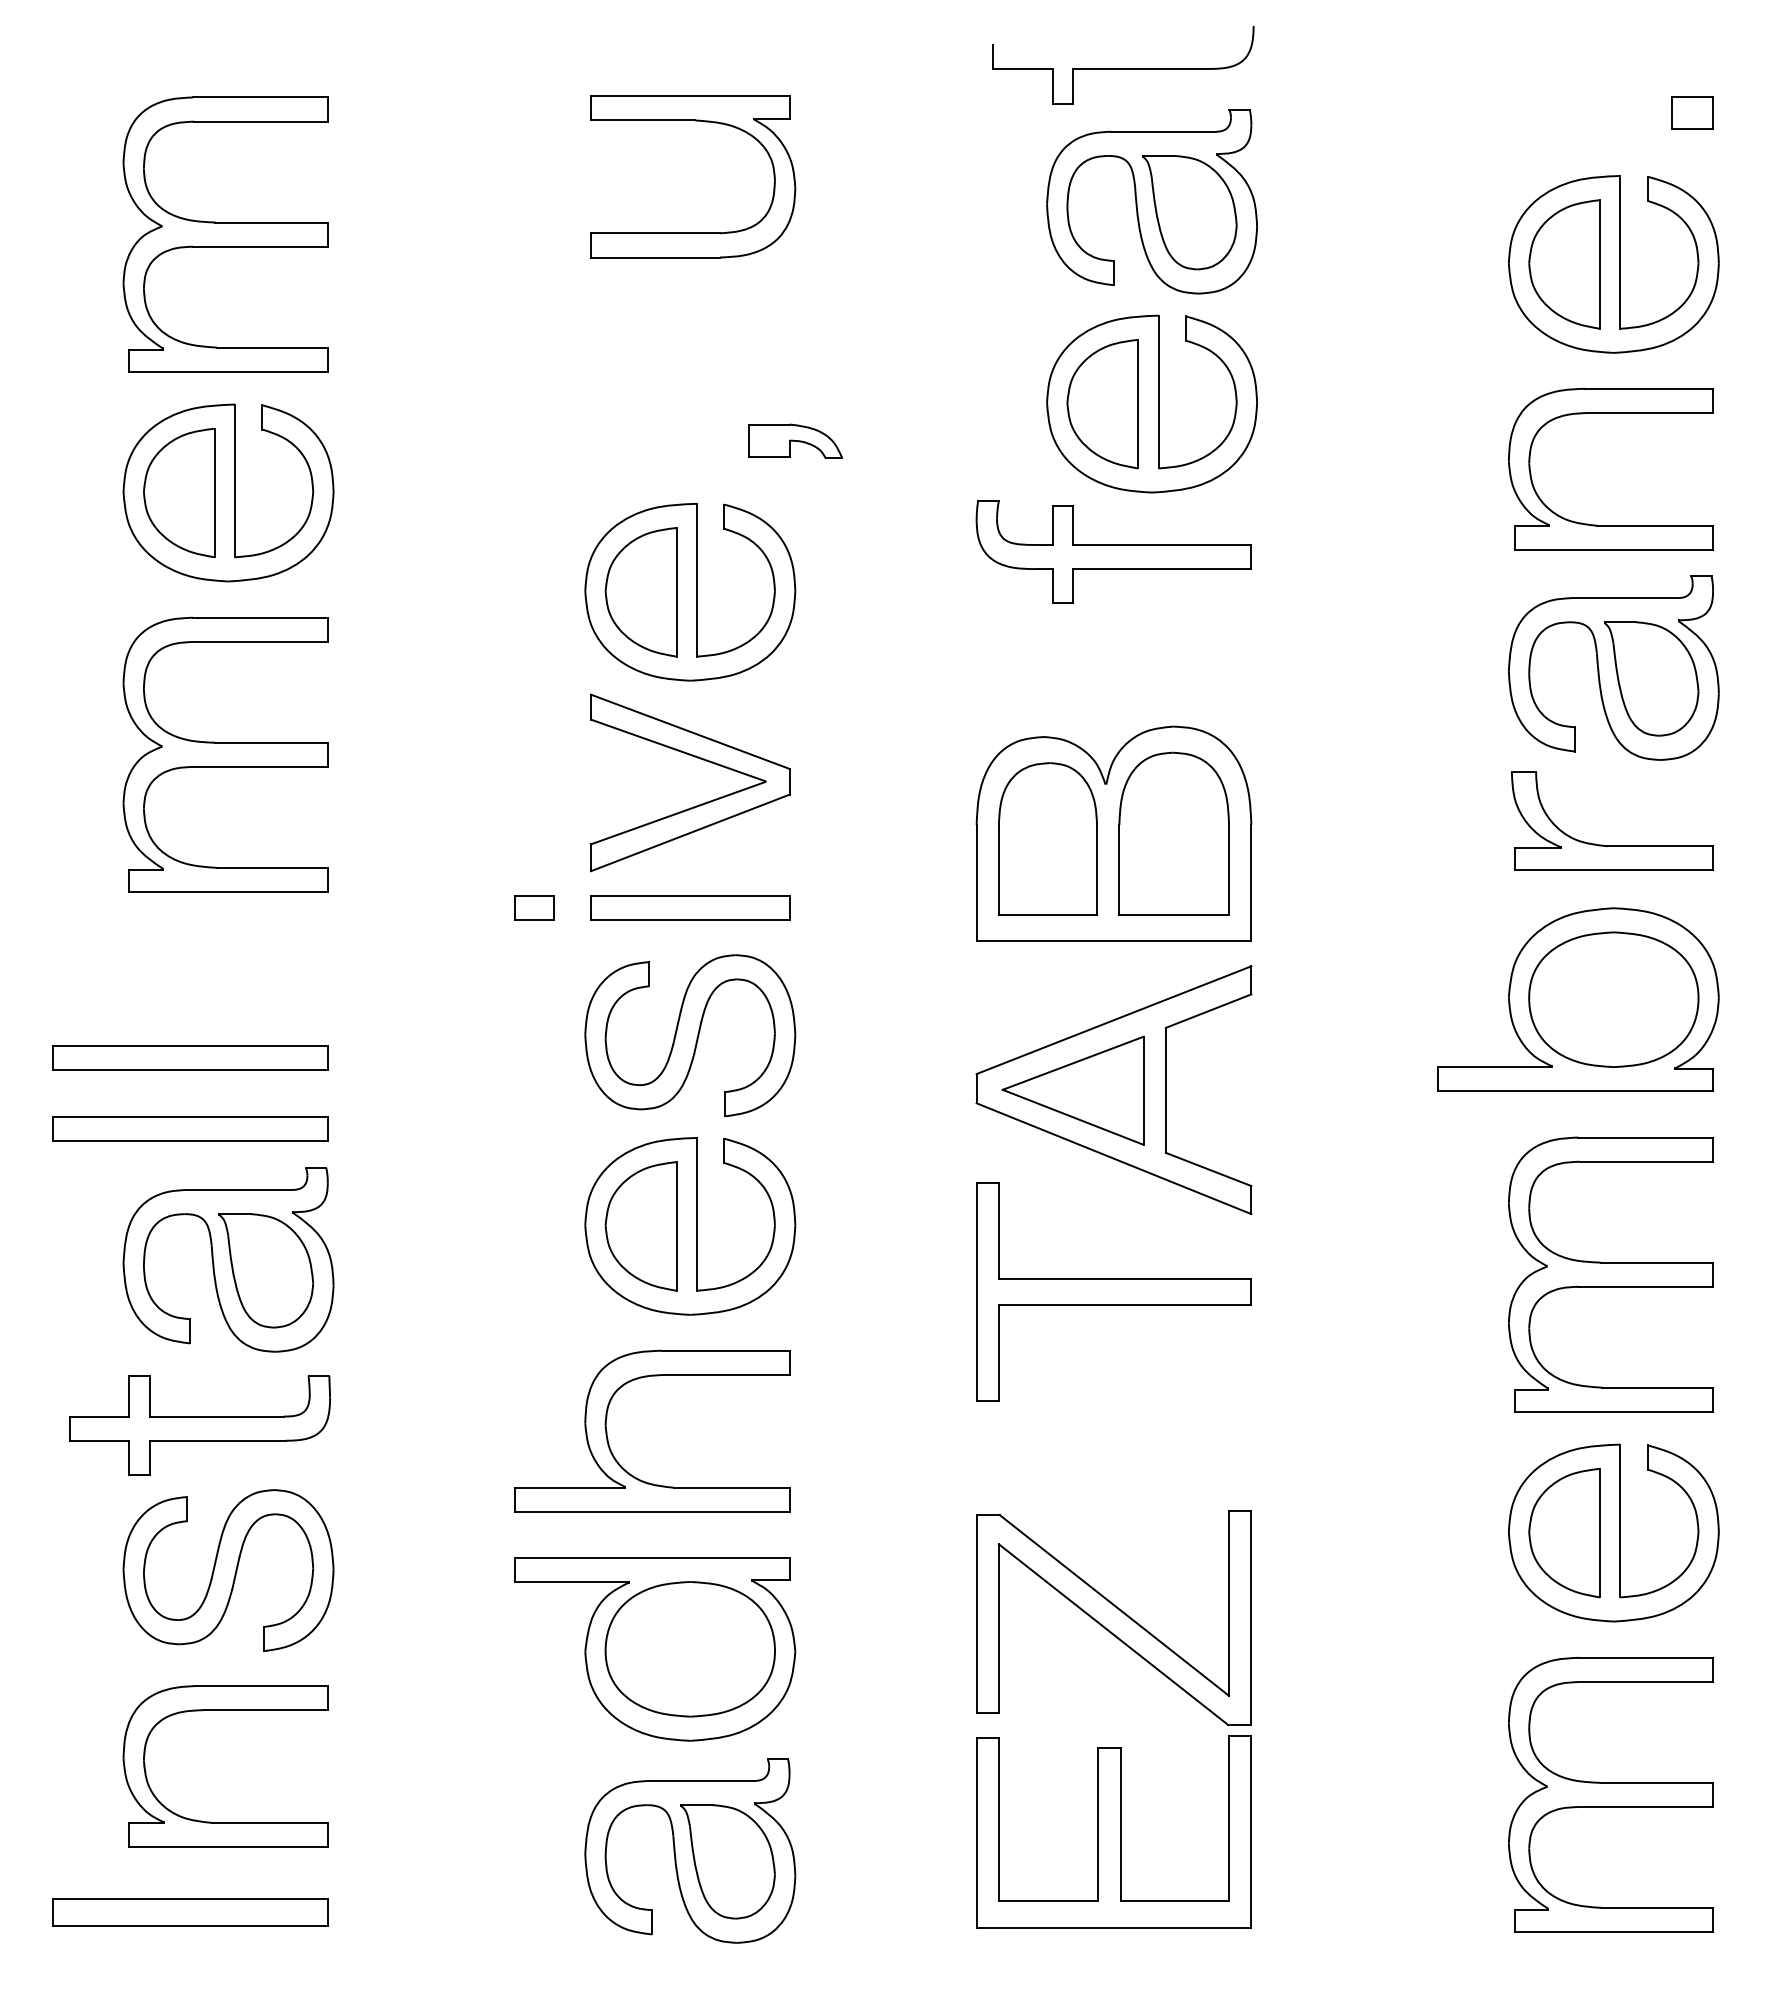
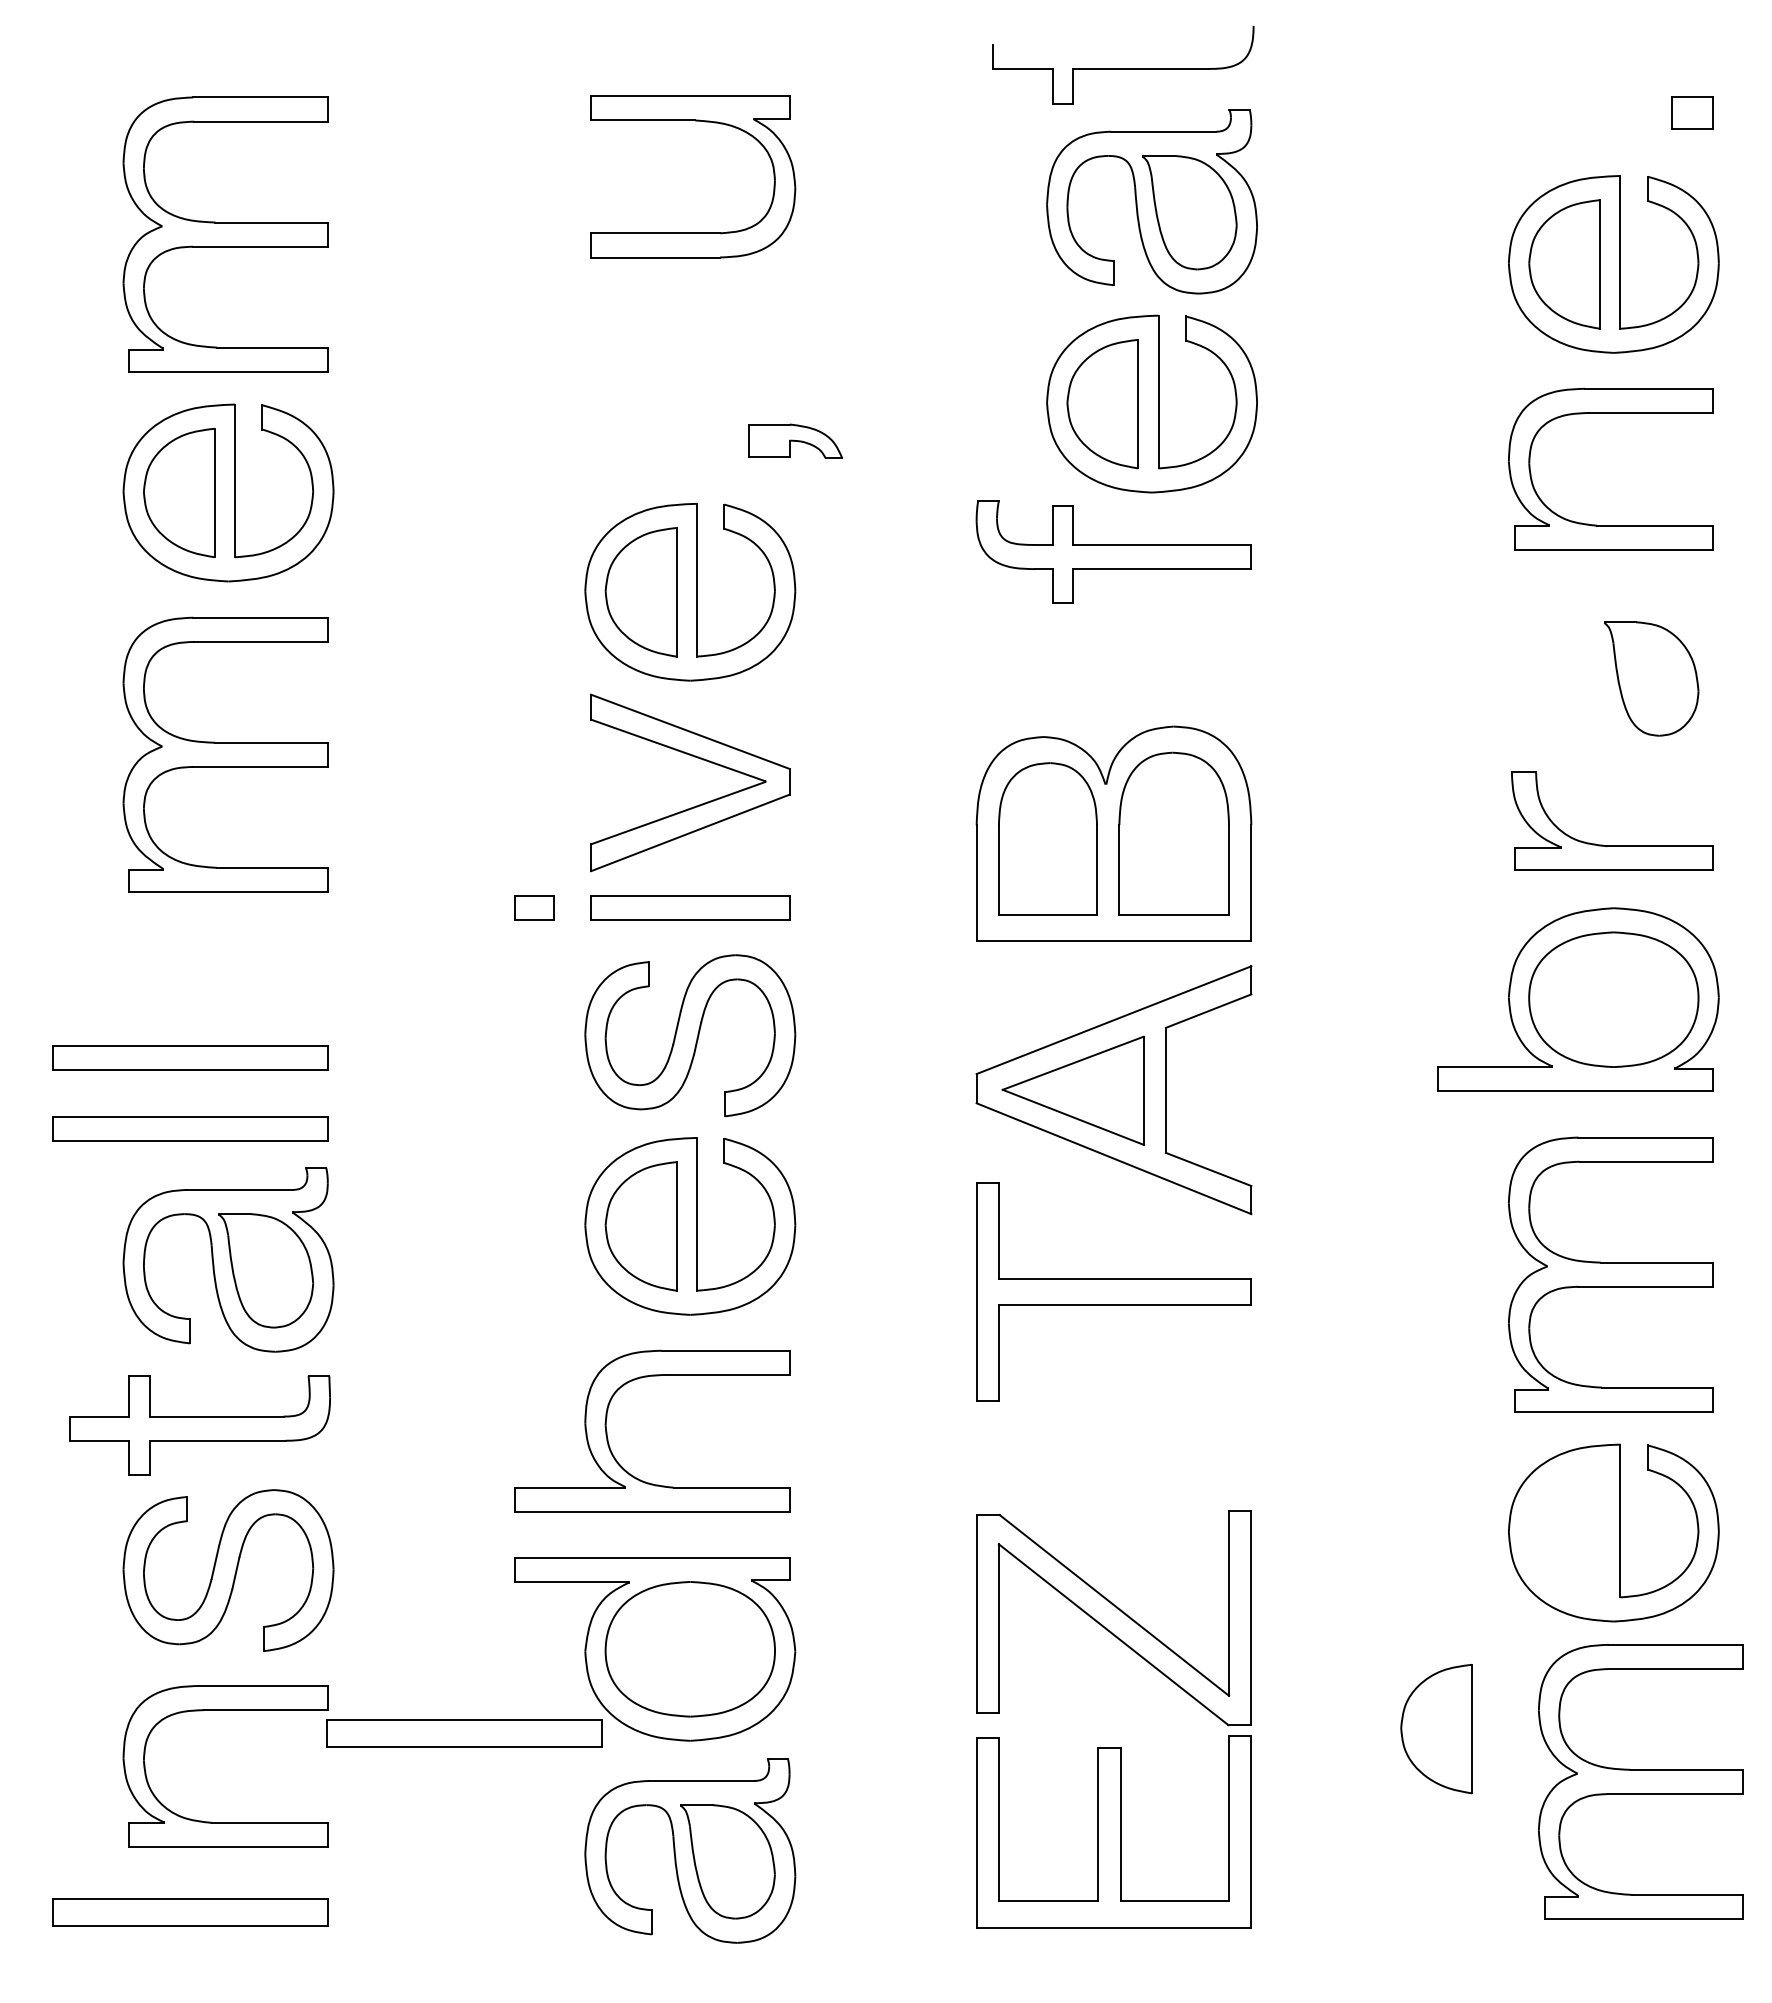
part at (1613, 667): present -> none
part at (1564, 1533) position: (1564, 1533) -> (1436, 1729)
part at (464, 1733): none -> present
part at (1610, 1794) position: (1610, 1794) -> (1640, 1781)
